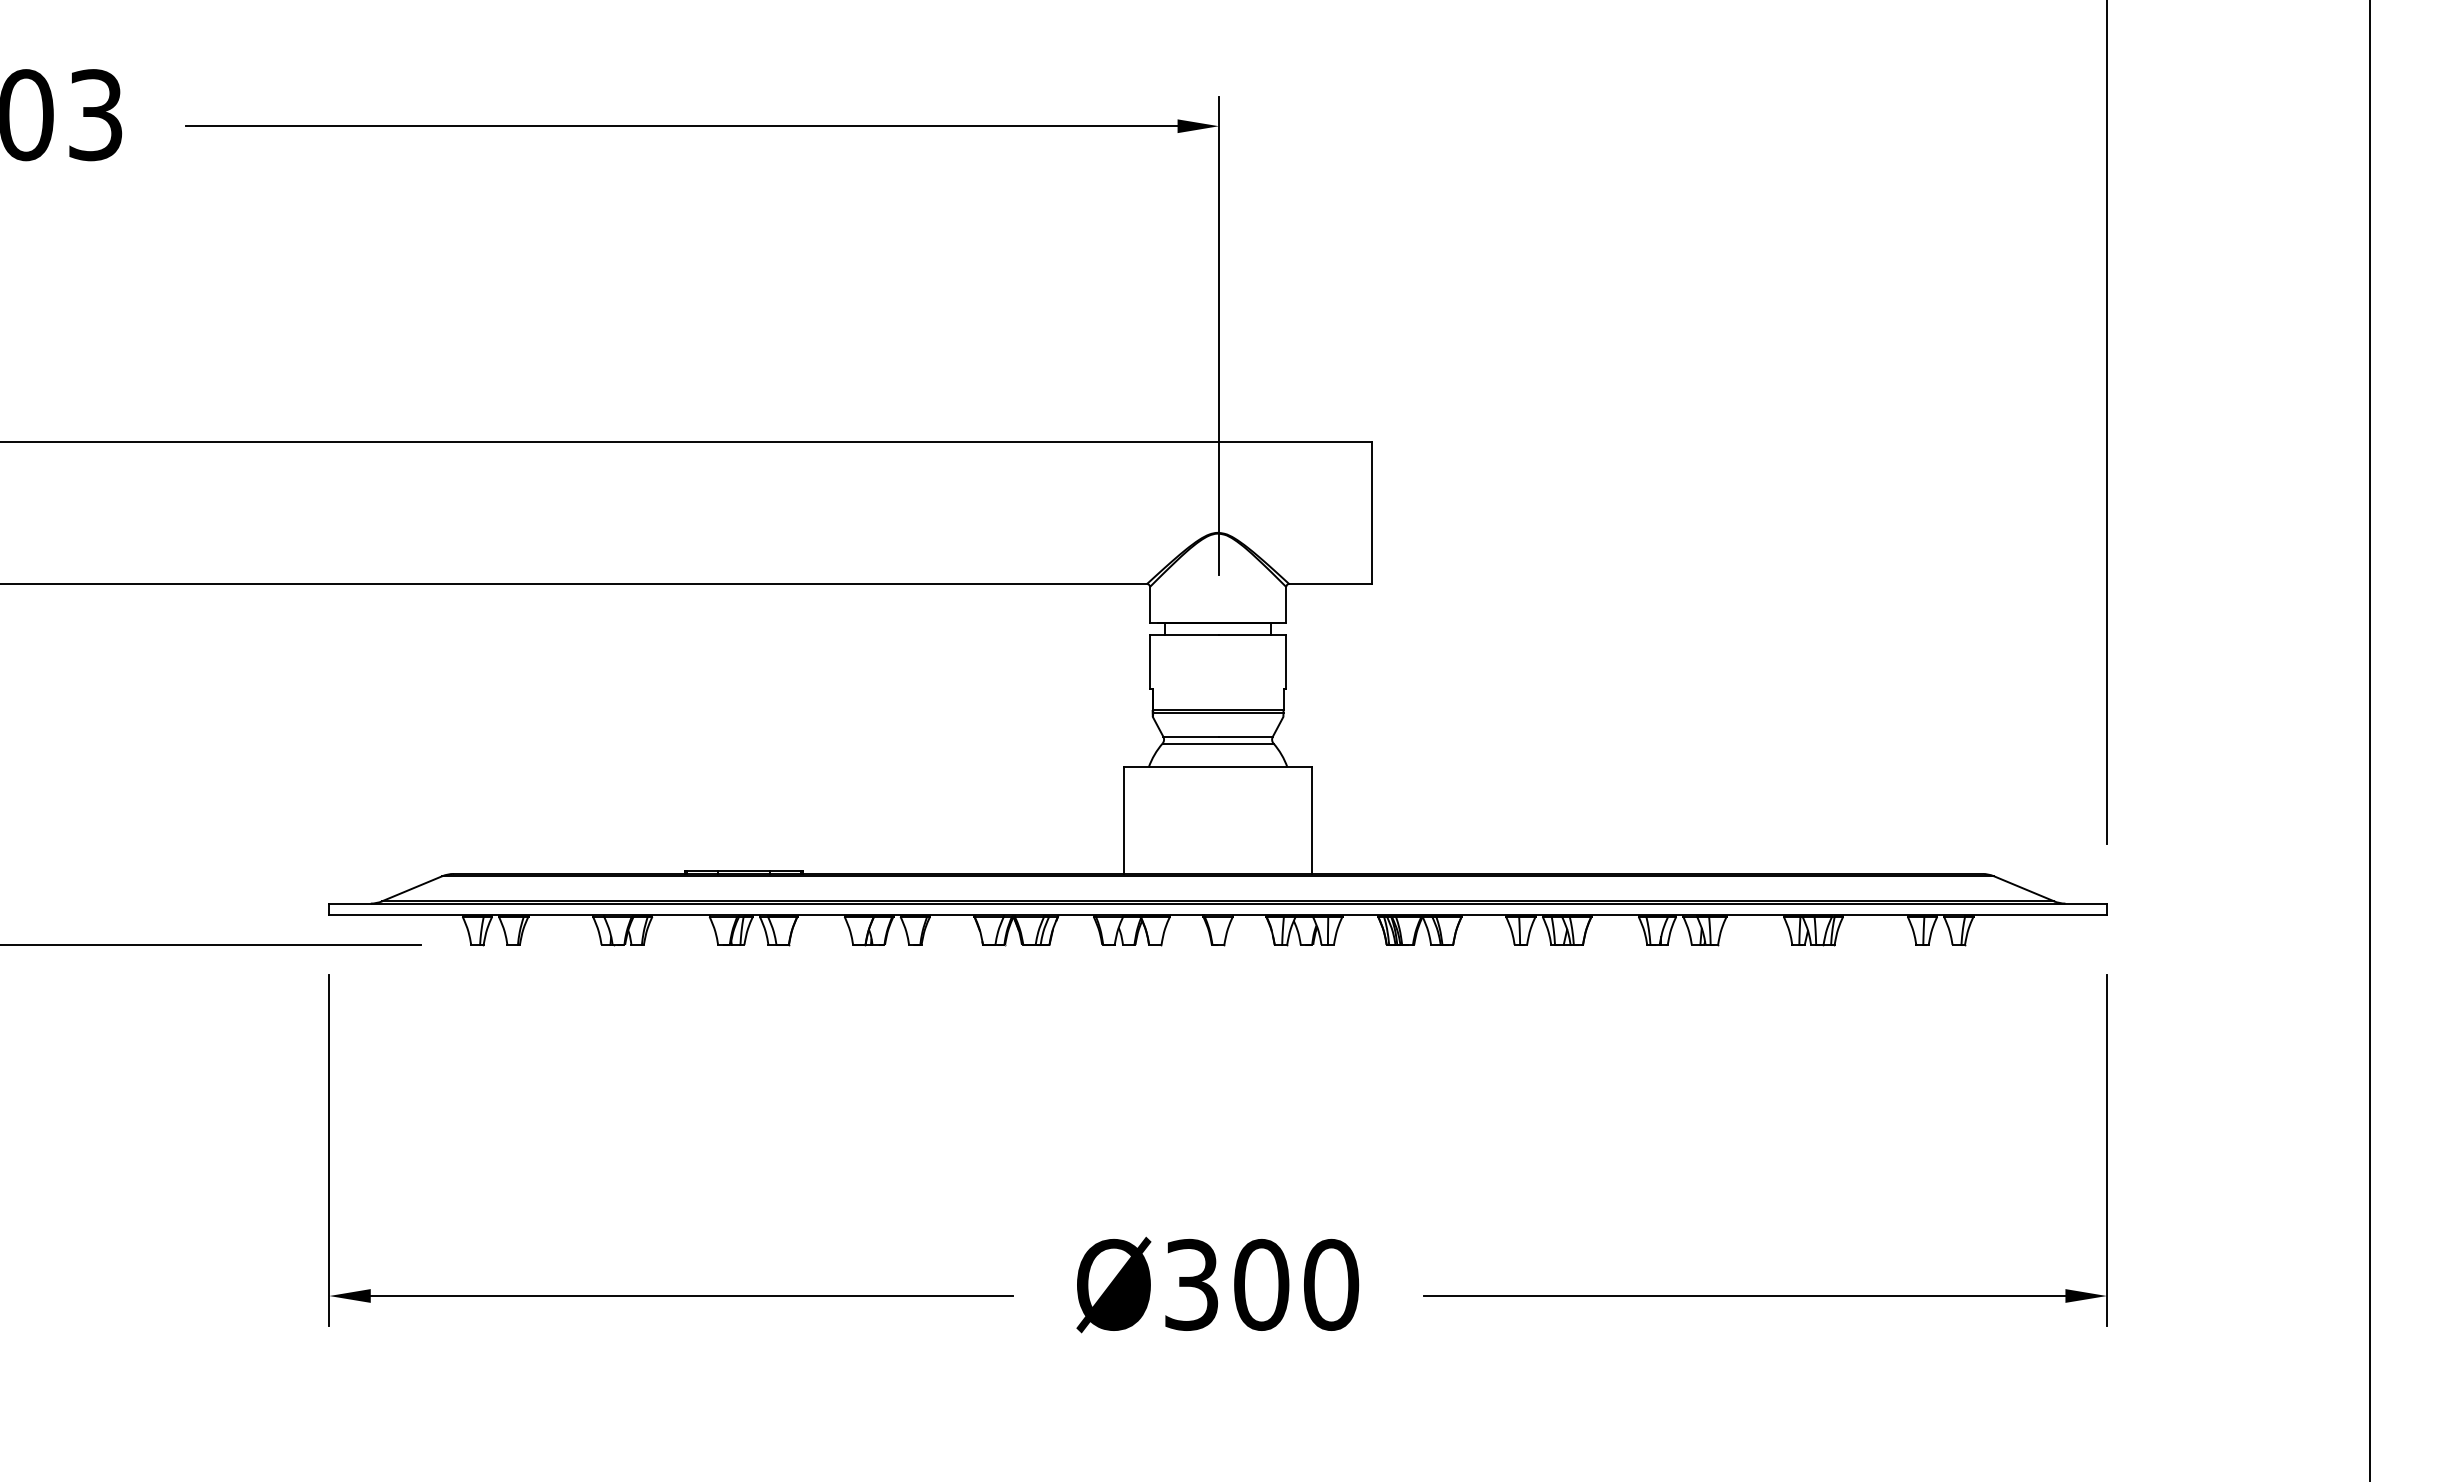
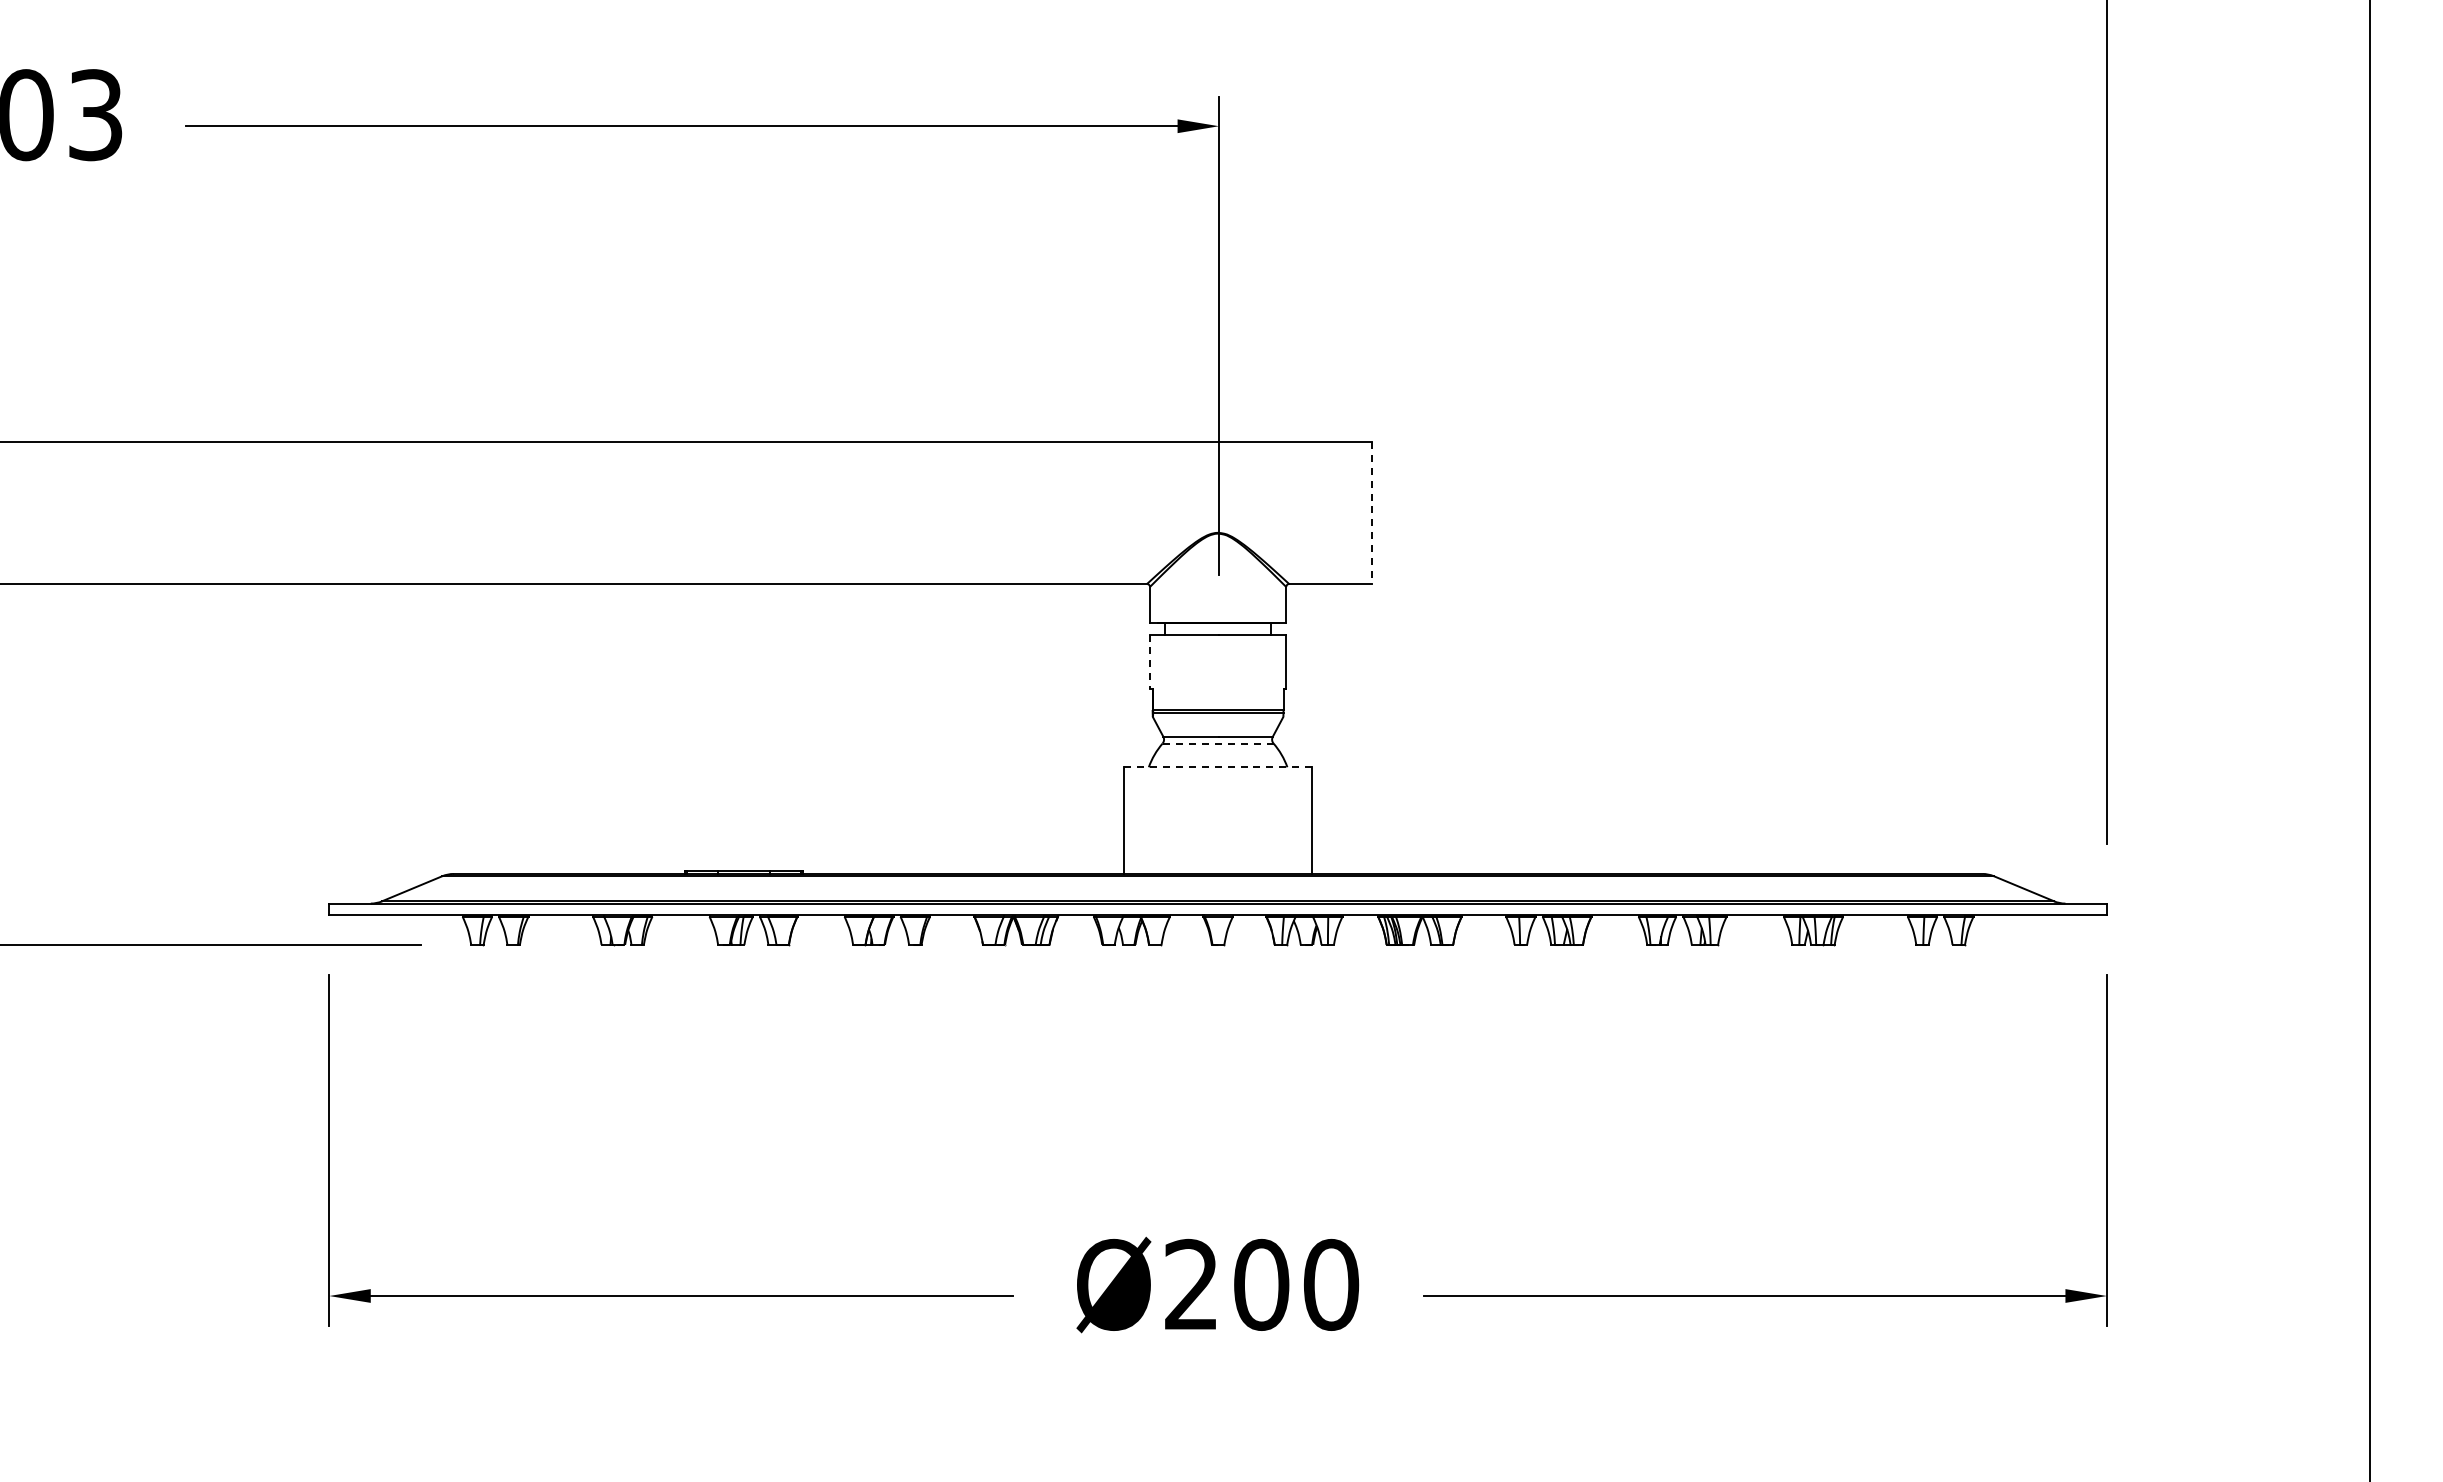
line at (1372, 513): solid -> dashed
line at (1149, 662): solid -> dashed
line at (1217, 743): solid -> dashed
line at (1217, 767): solid -> dashed
text at (1191, 1284): Ø300 -> Ø200
